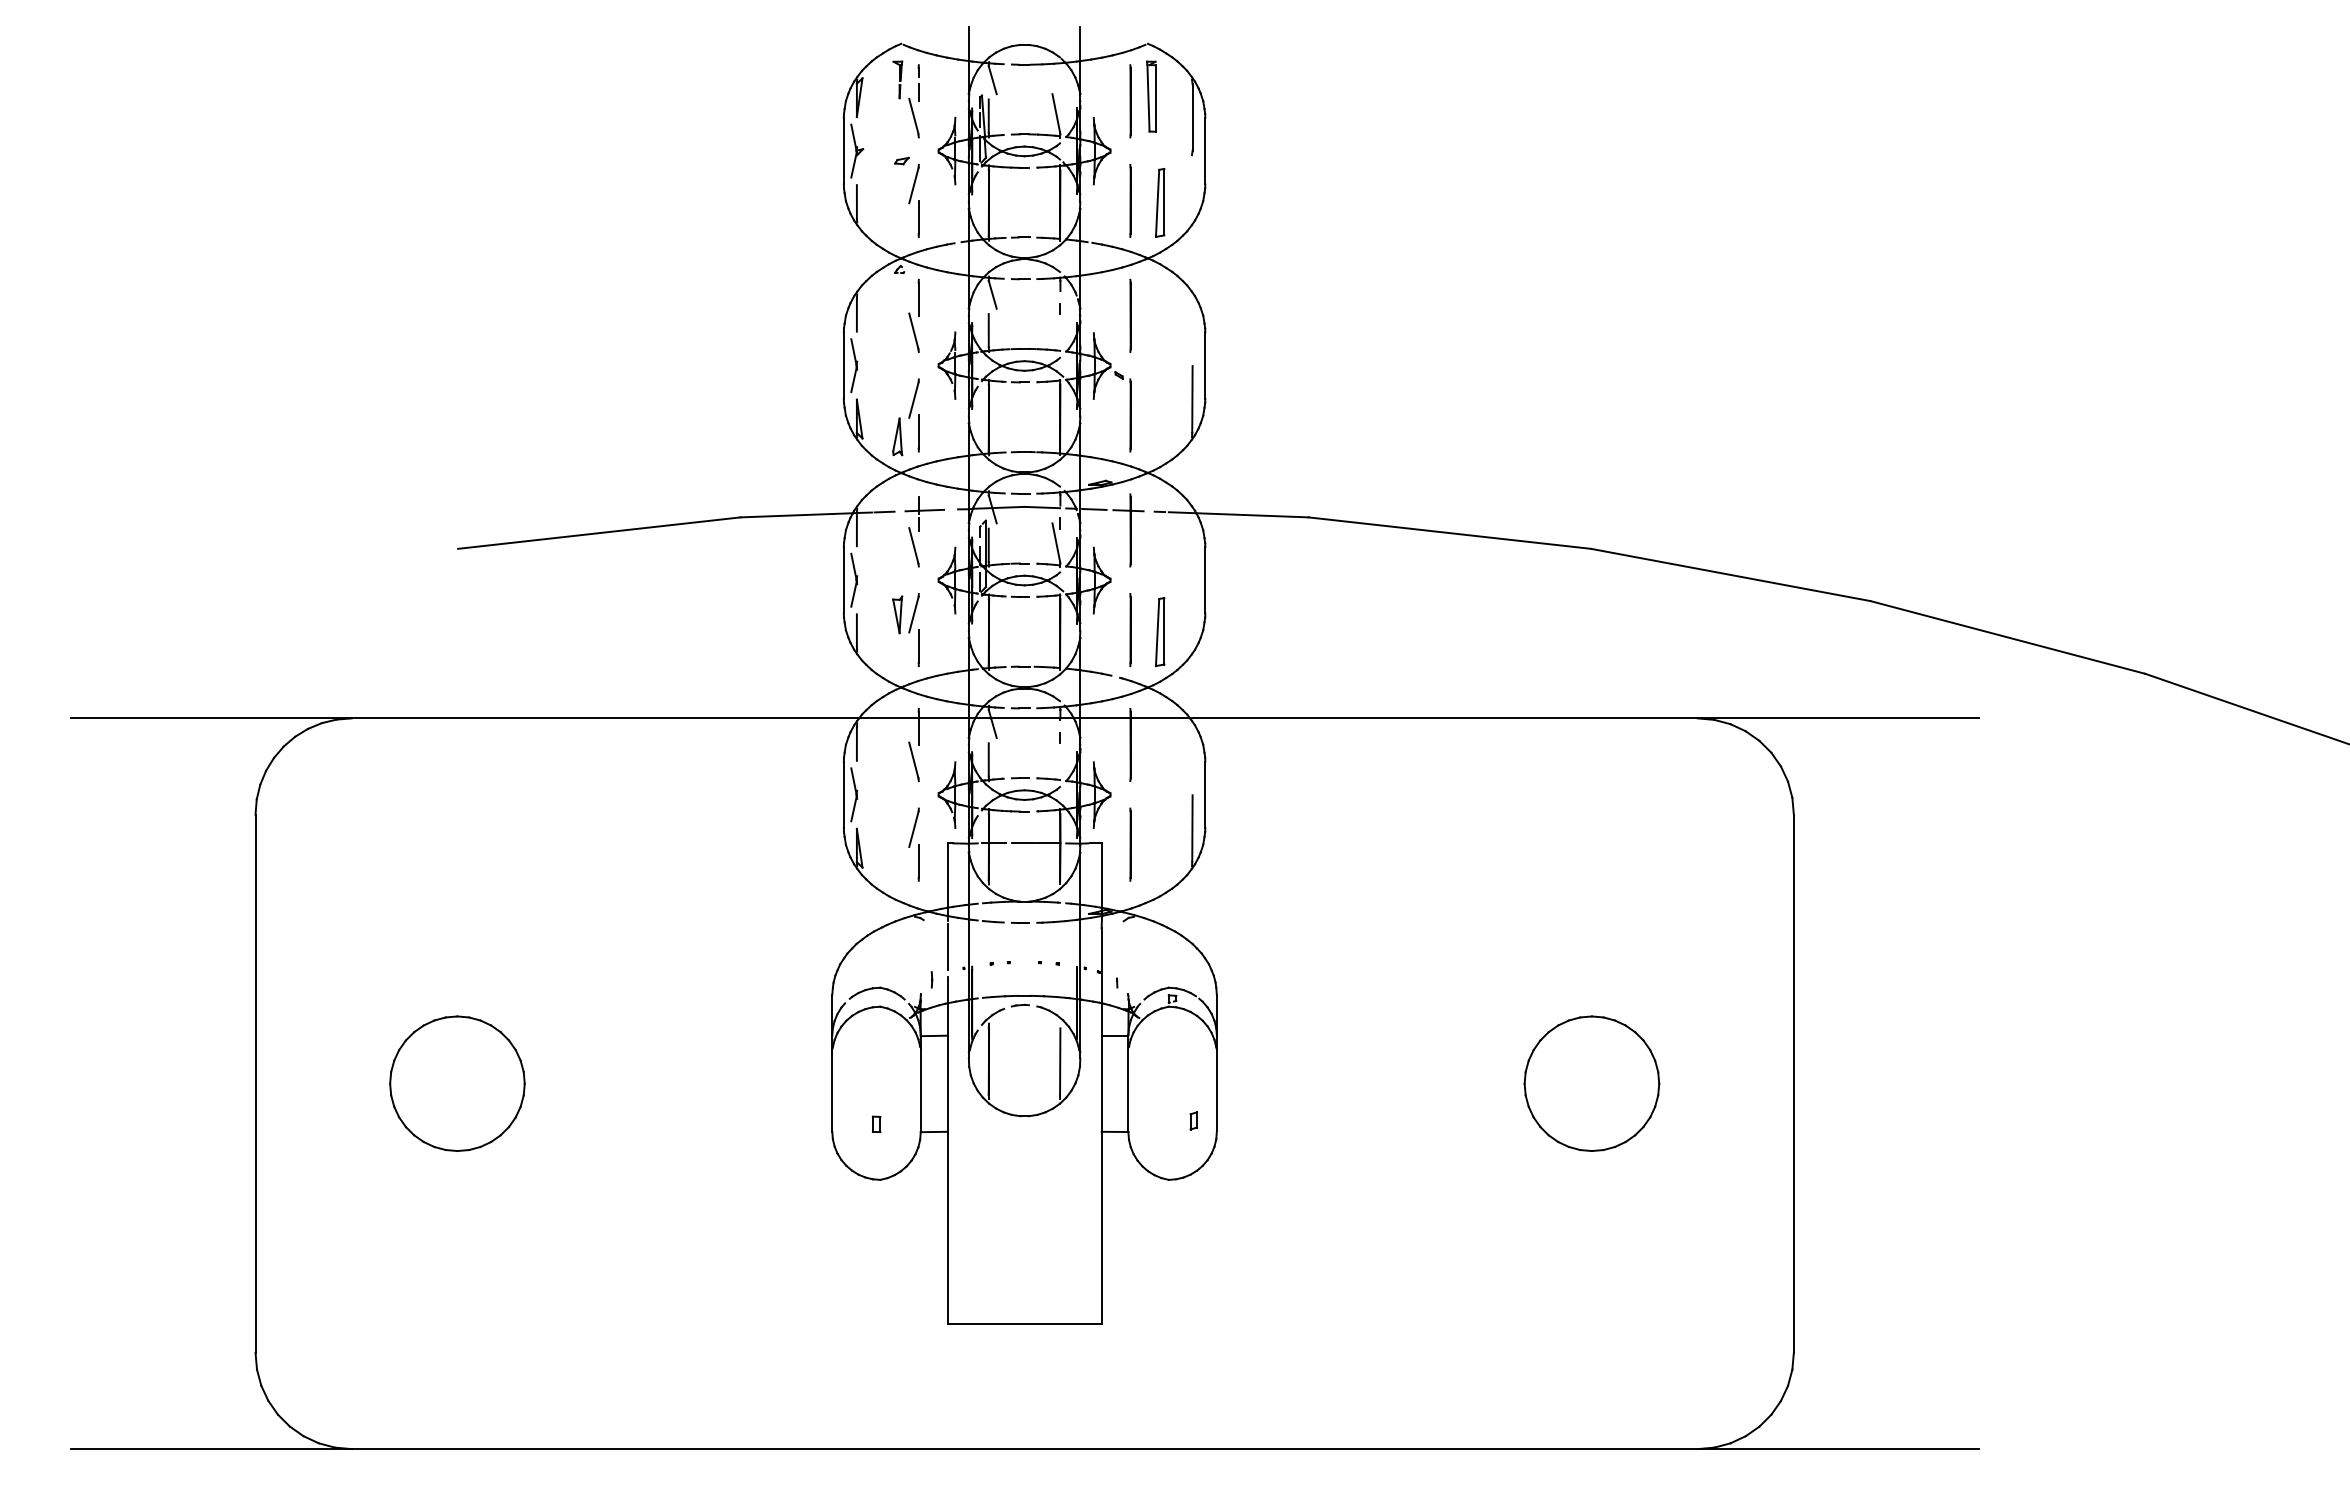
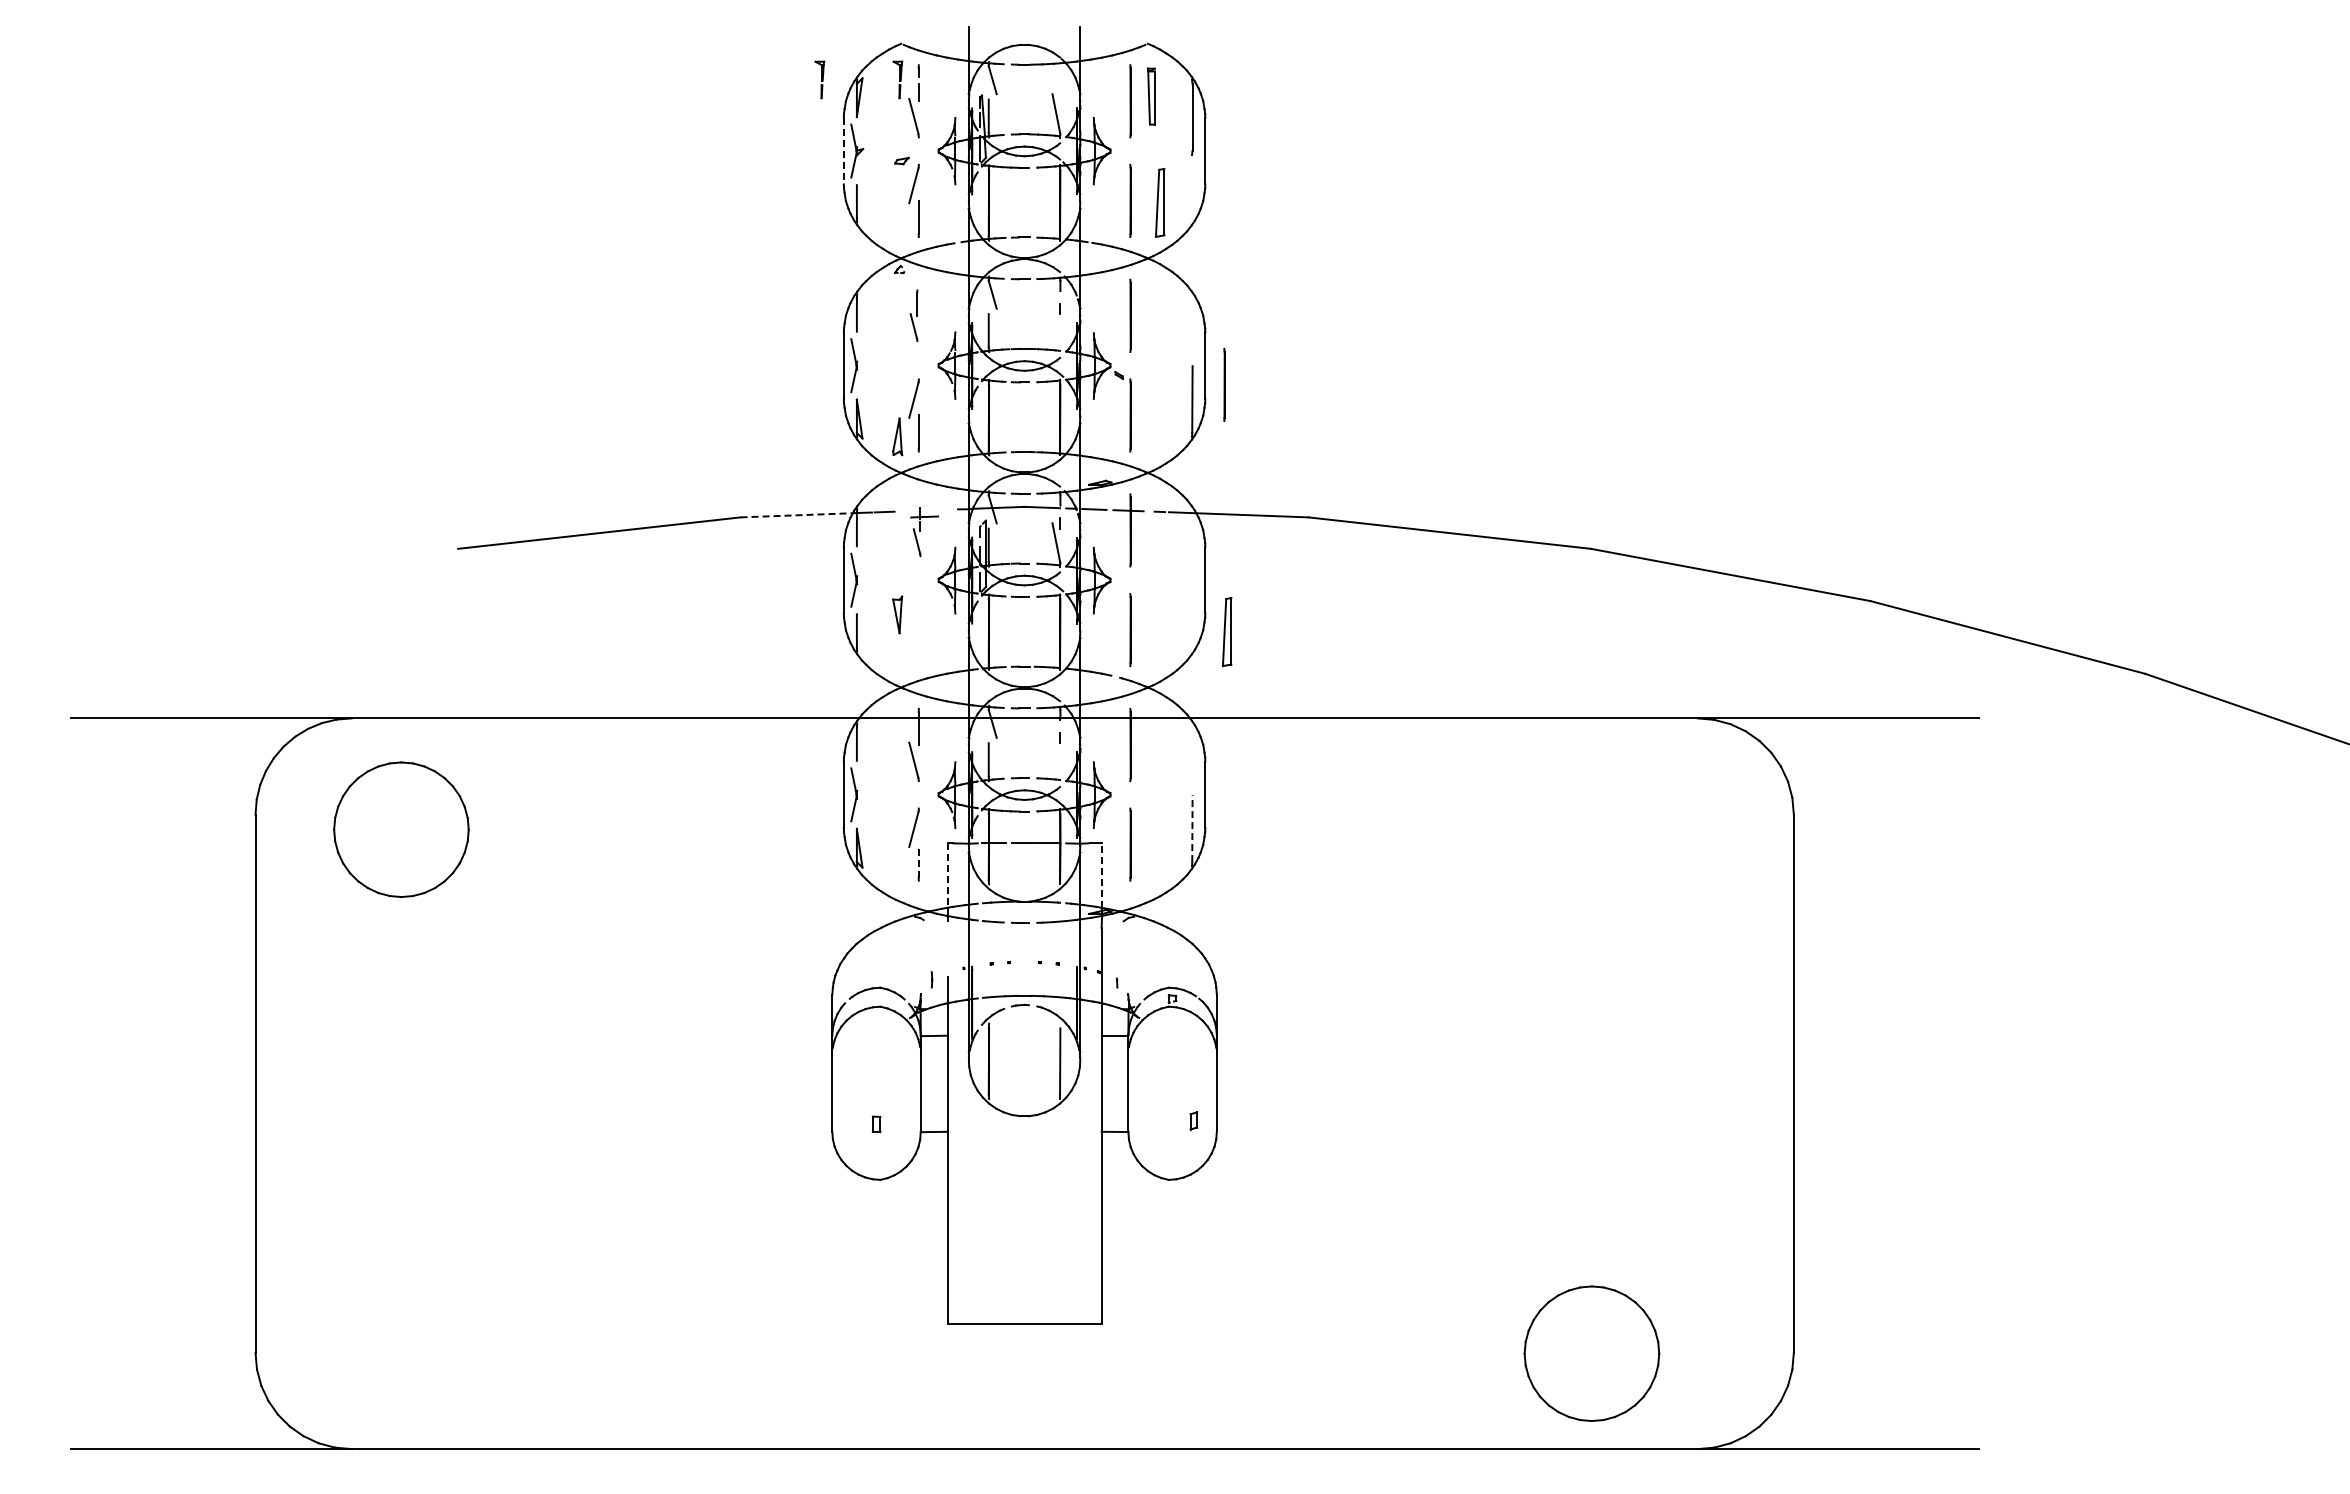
part at (819, 79): none -> present
part at (1151, 96) size: 11x73 px -> 10x59 px
line at (843, 151): solid -> dashed
part at (913, 315) size: 12x75 px -> 10x53 px
line at (1224, 384): none -> present
line at (797, 515): solid -> dashed
part at (924, 531) size: 41x72 px -> 30x51 px
part at (913, 630): present -> none
part at (1160, 632) position: (1160, 632) -> (1227, 632)
line at (1192, 828): solid -> dashed
line at (918, 861): solid -> dashed
line at (1101, 875): solid -> dashed
line at (947, 876): solid -> dashed
line at (947, 946): present -> none
part at (457, 1083) position: (457, 1083) -> (401, 829)
part at (1591, 1083) position: (1591, 1083) -> (1591, 1353)
